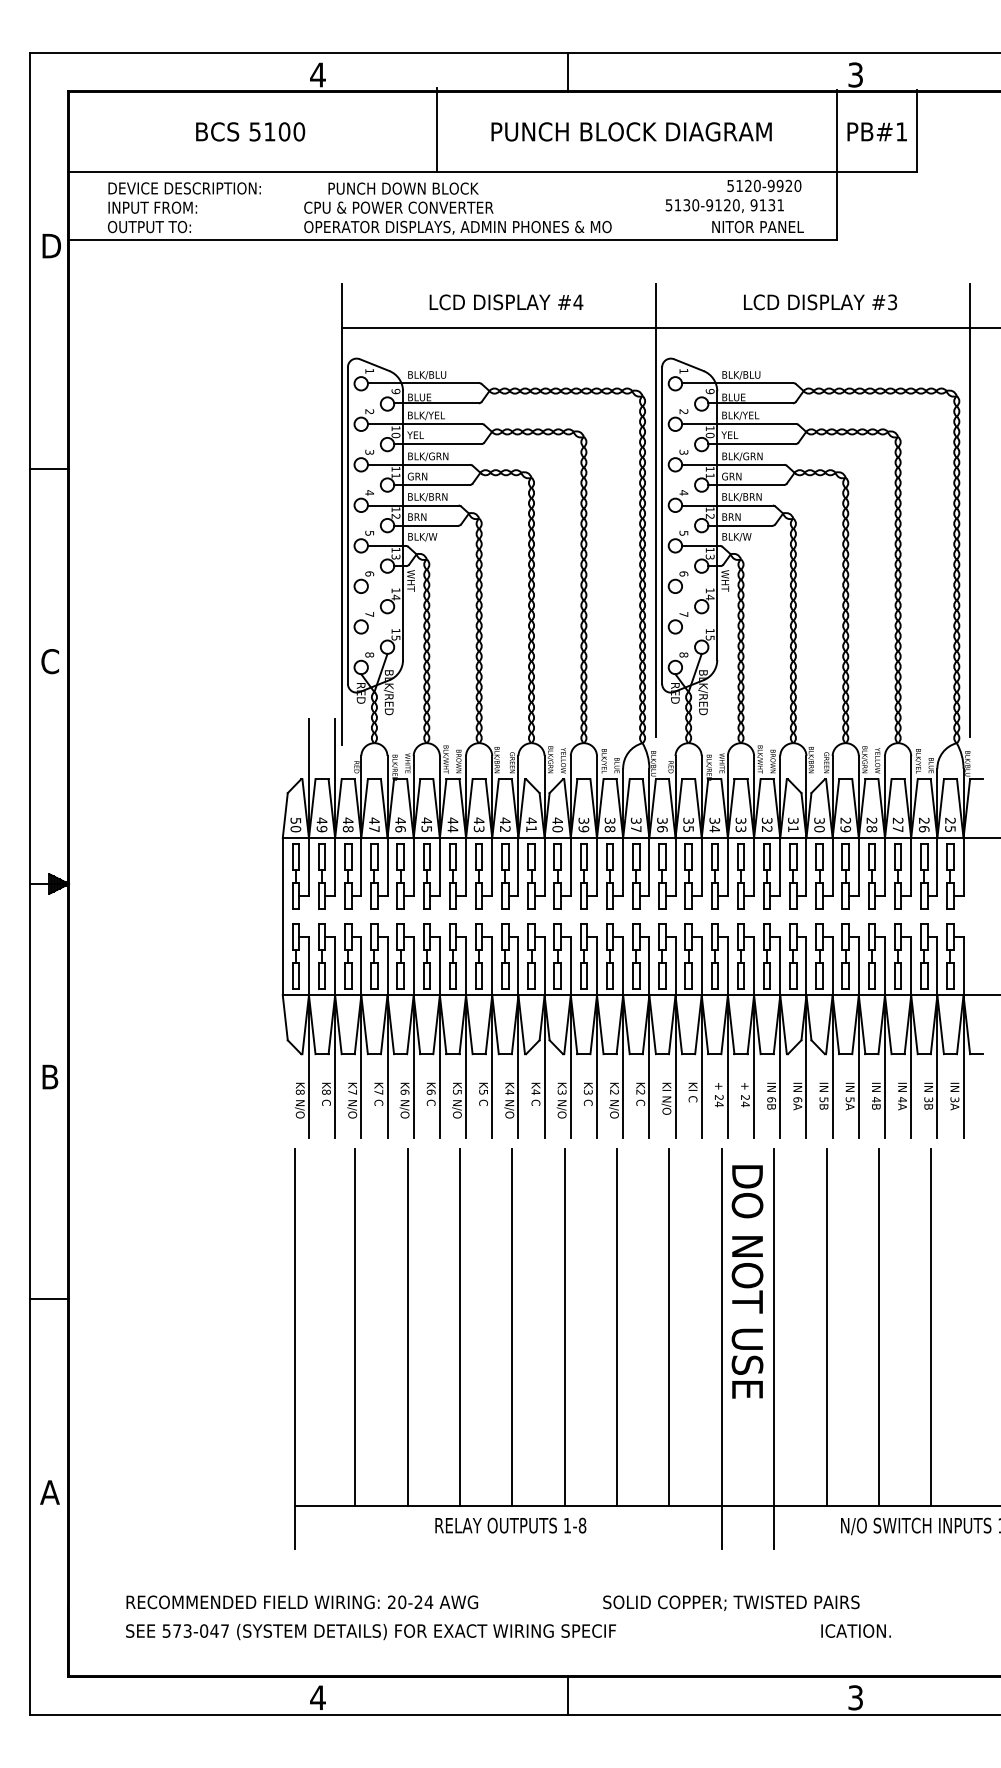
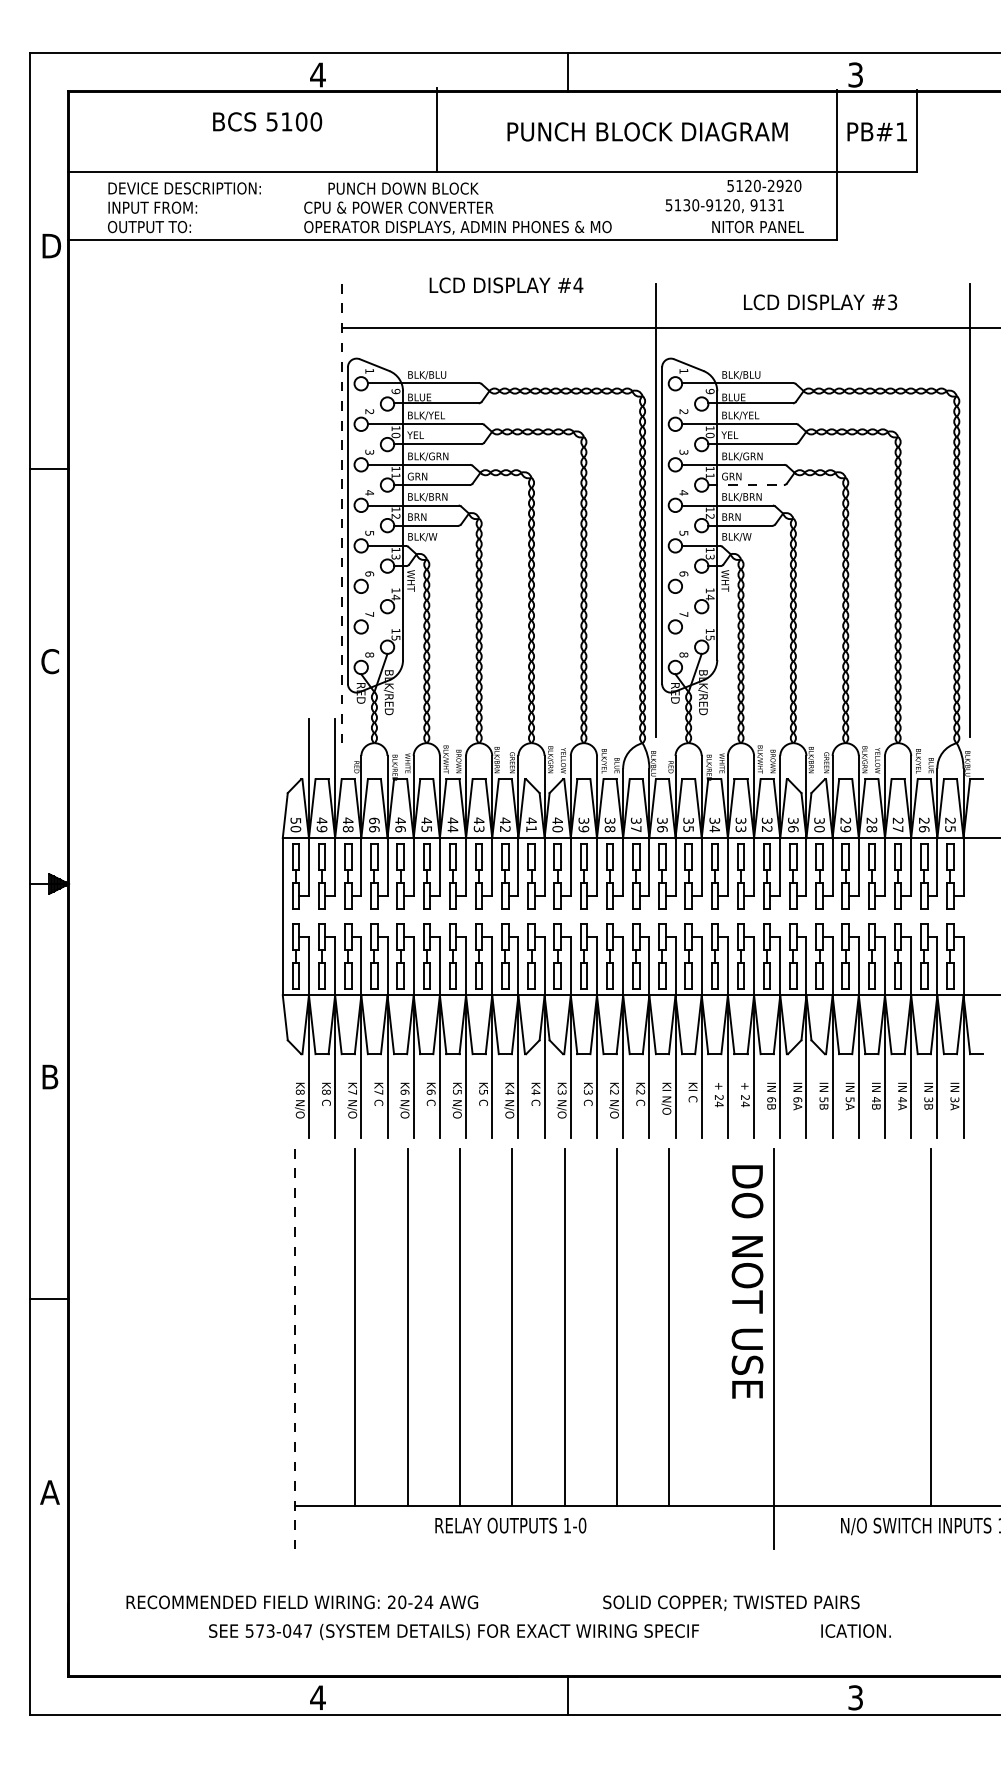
text at (250, 131) position: (250, 131) -> (267, 121)
text at (631, 131) position: (631, 131) -> (647, 131)
text at (770, 186): 5120-9920 -> 5120-2920
text at (506, 302) position: (506, 302) -> (506, 285)
line at (746, 485): solid -> dashed
line at (341, 514): solid -> dashed
text at (374, 824): 47 -> 66
text at (793, 829): 31 -> 36
line at (826, 1326): present -> none
line at (878, 1326): present -> none
line at (721, 1348): present -> none
line at (294, 1349): solid -> dashed
text at (582, 1525): 1-8 -> 1-0
text at (371, 1632) position: (371, 1632) -> (454, 1632)
